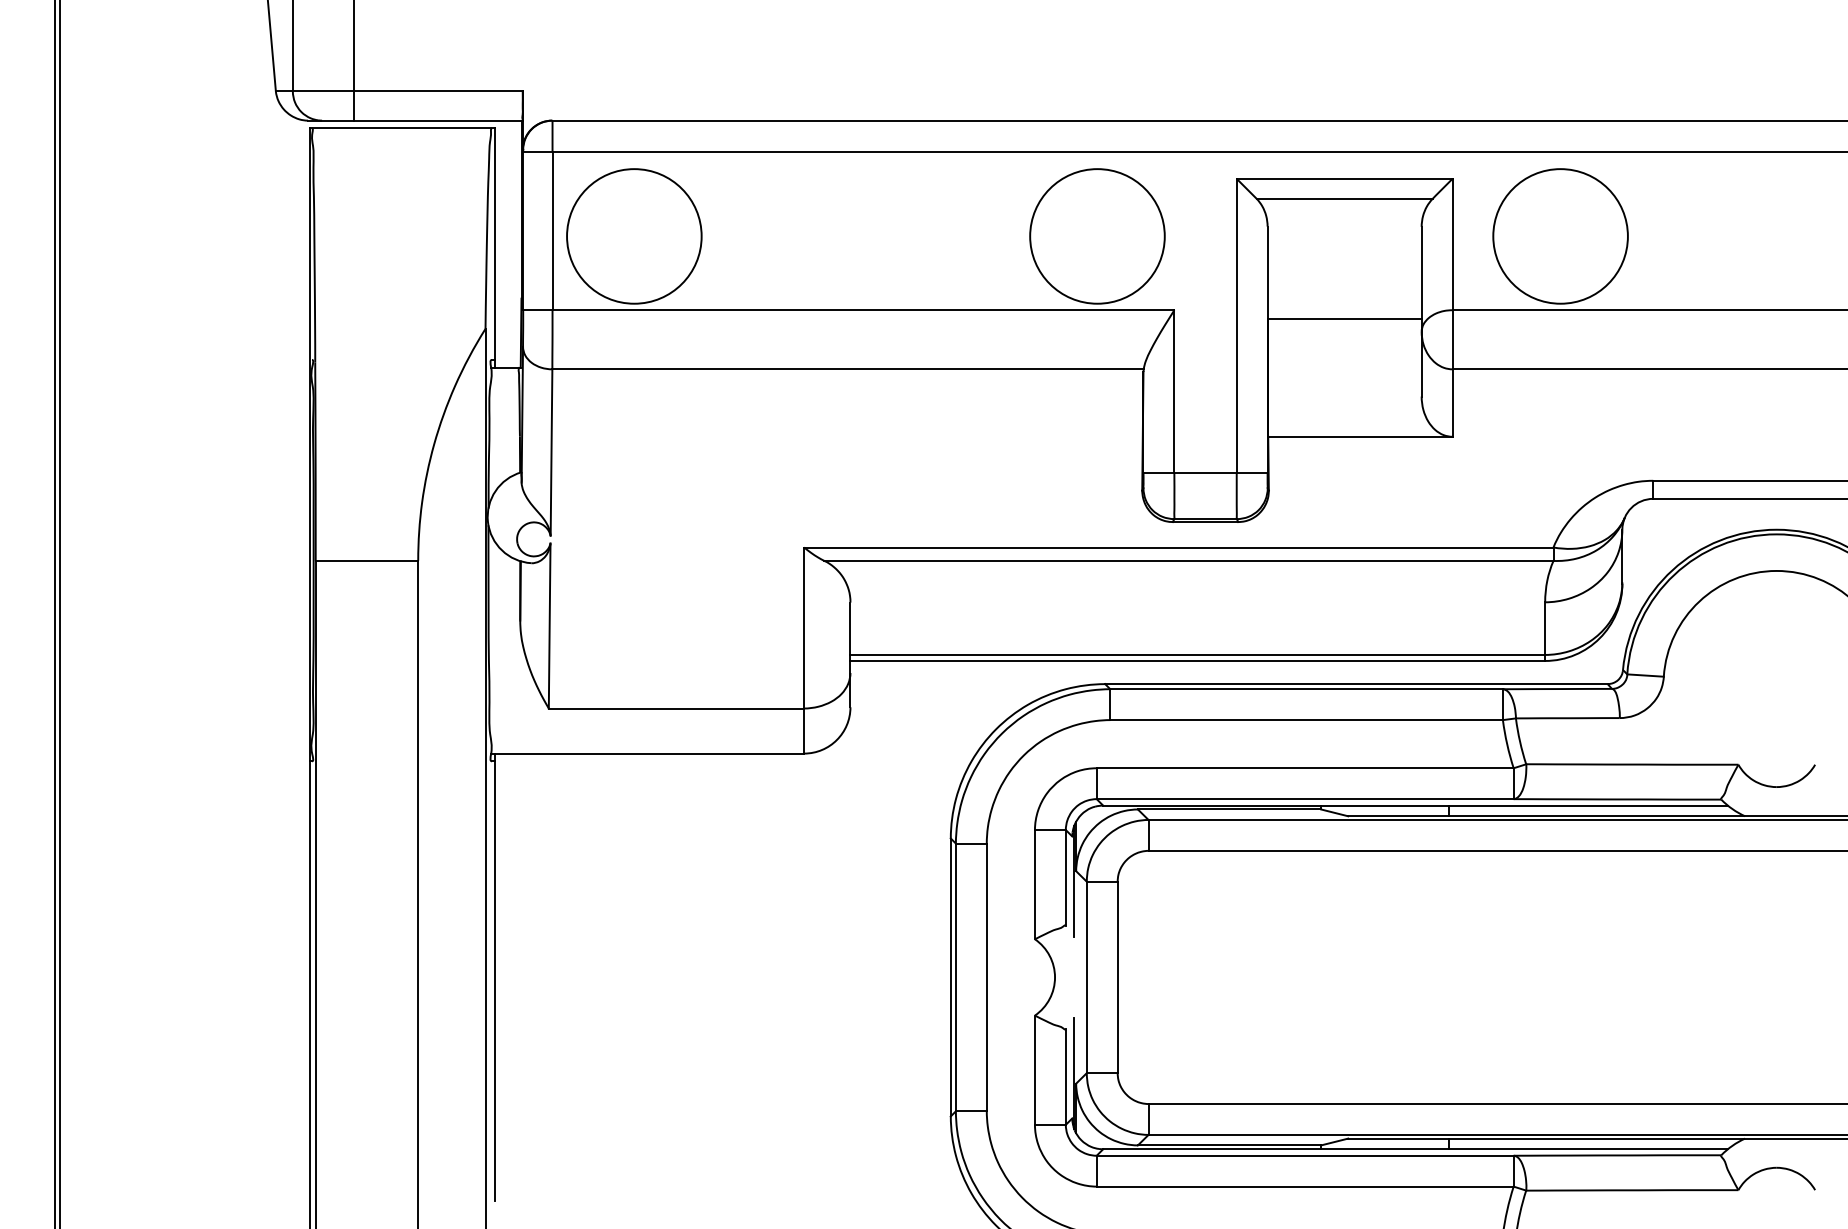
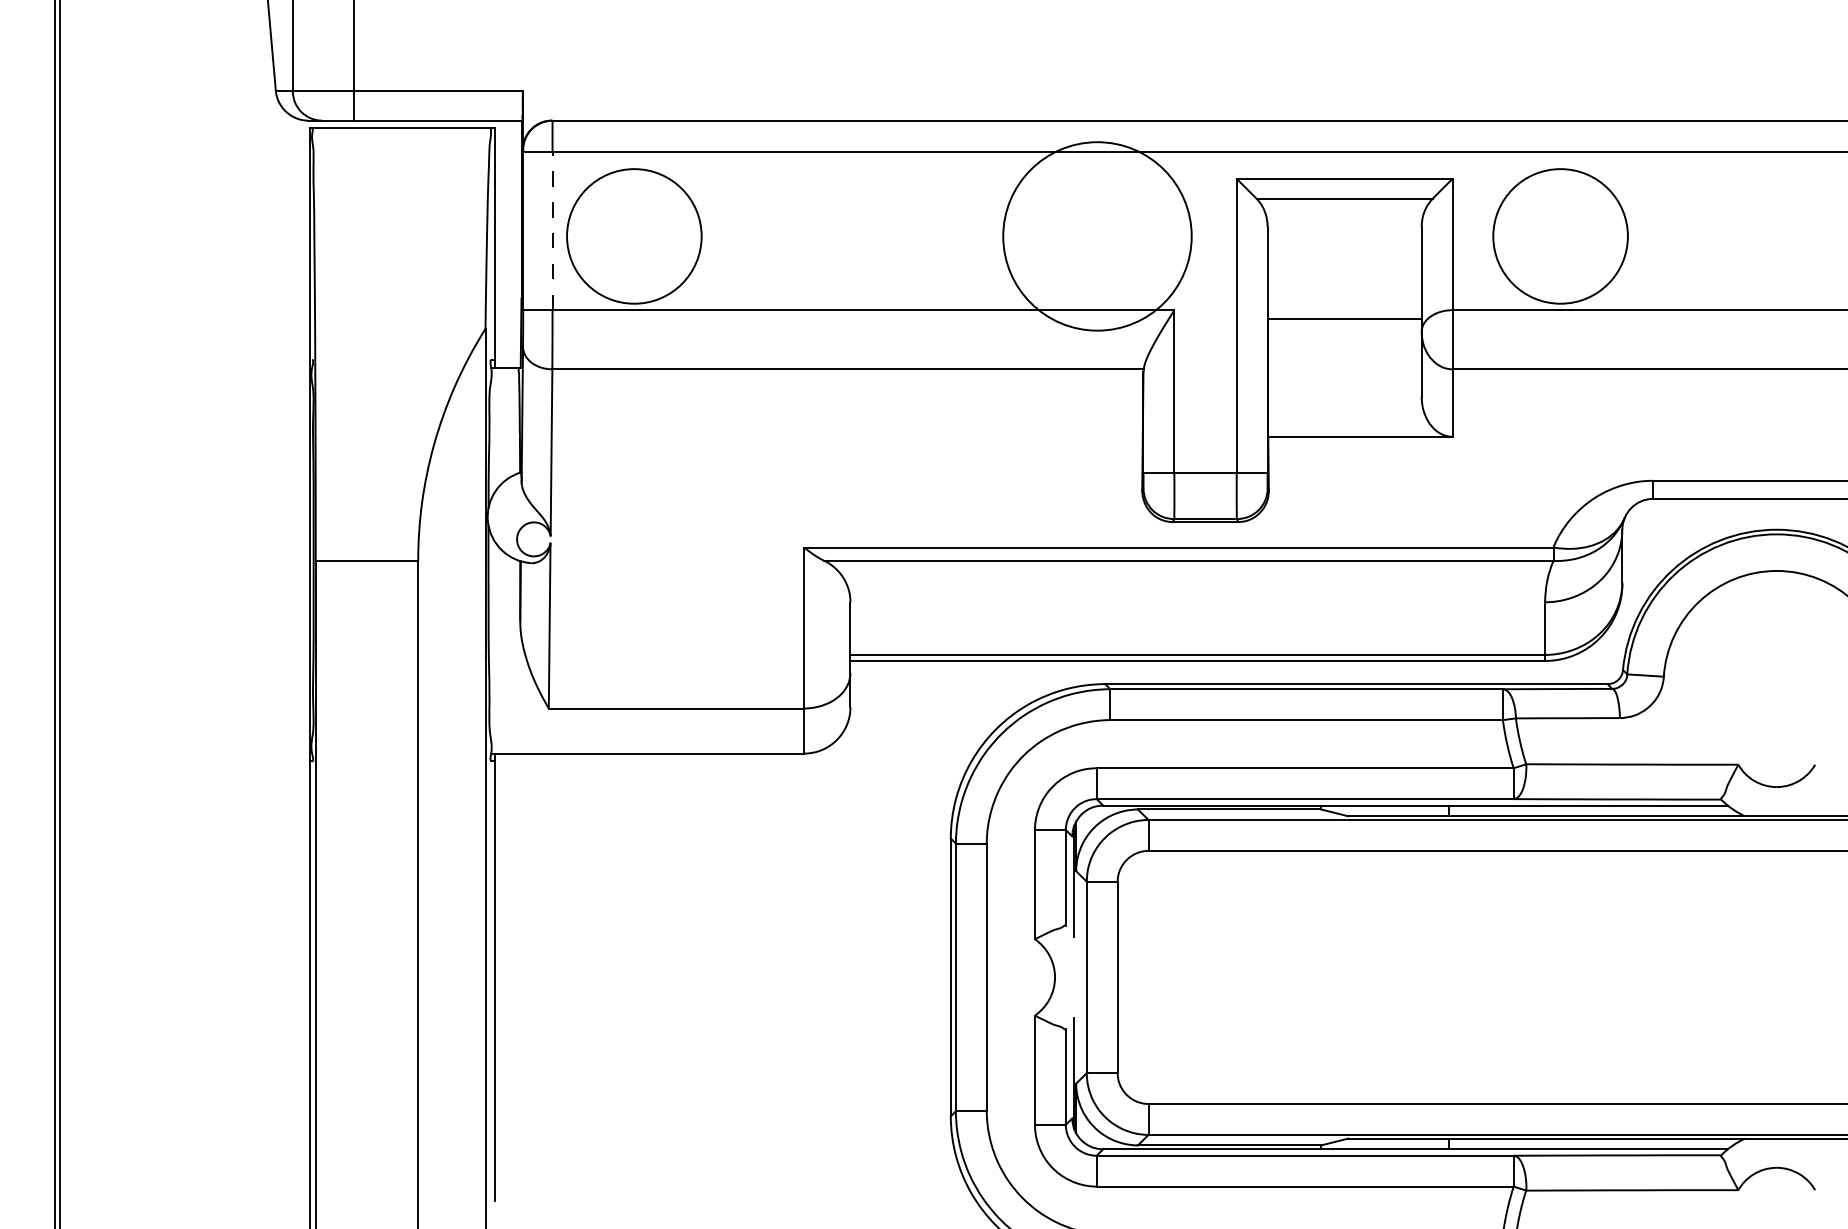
line at (552, 230): solid -> dashed
circle at (1097, 236) diameter: 135 px -> 188 px
